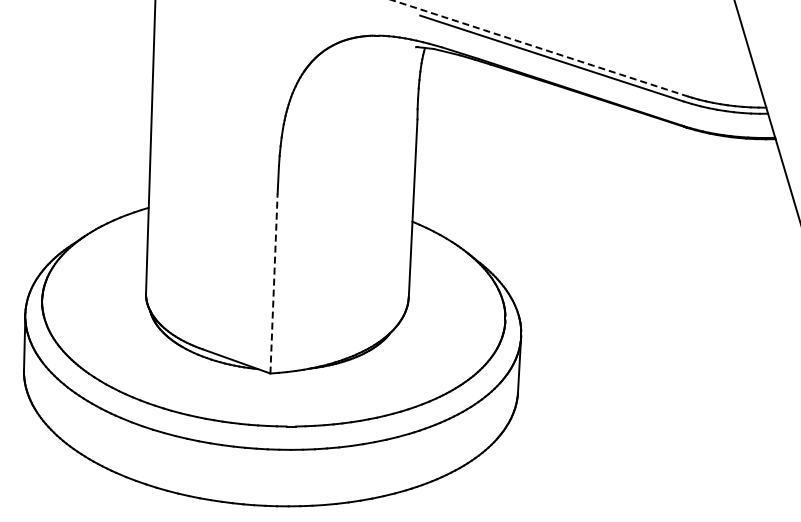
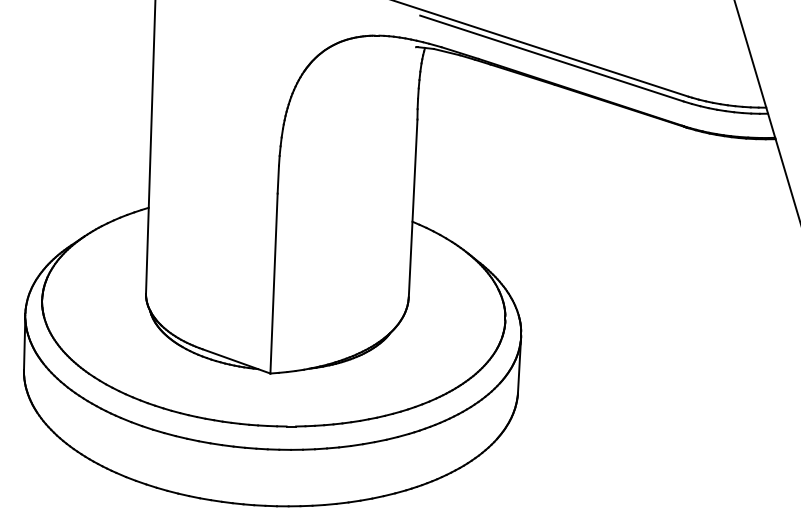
line at (539, 48): dashed -> solid
line at (274, 283): dashed -> solid
